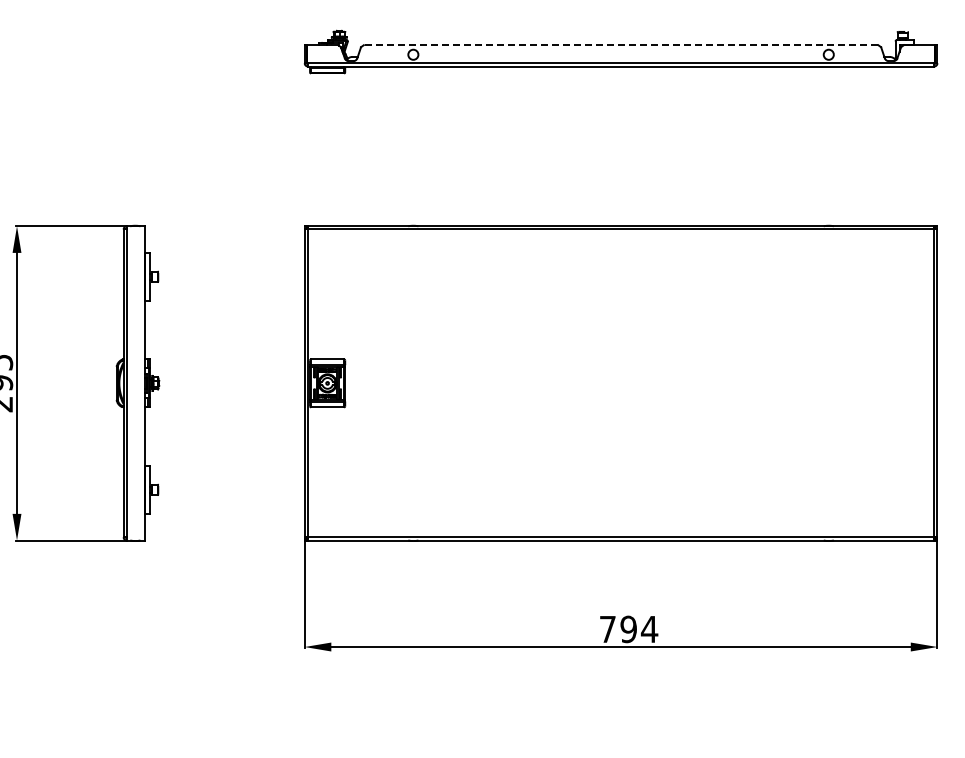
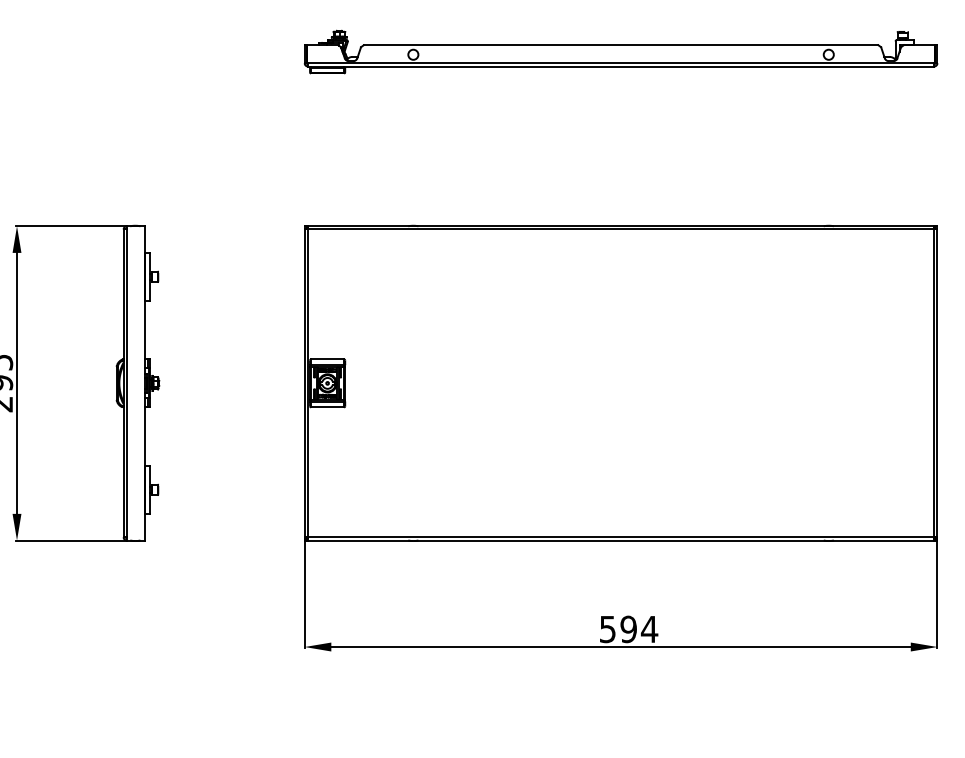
line at (620, 45): dashed -> solid
text at (607, 629): 794 -> 594
